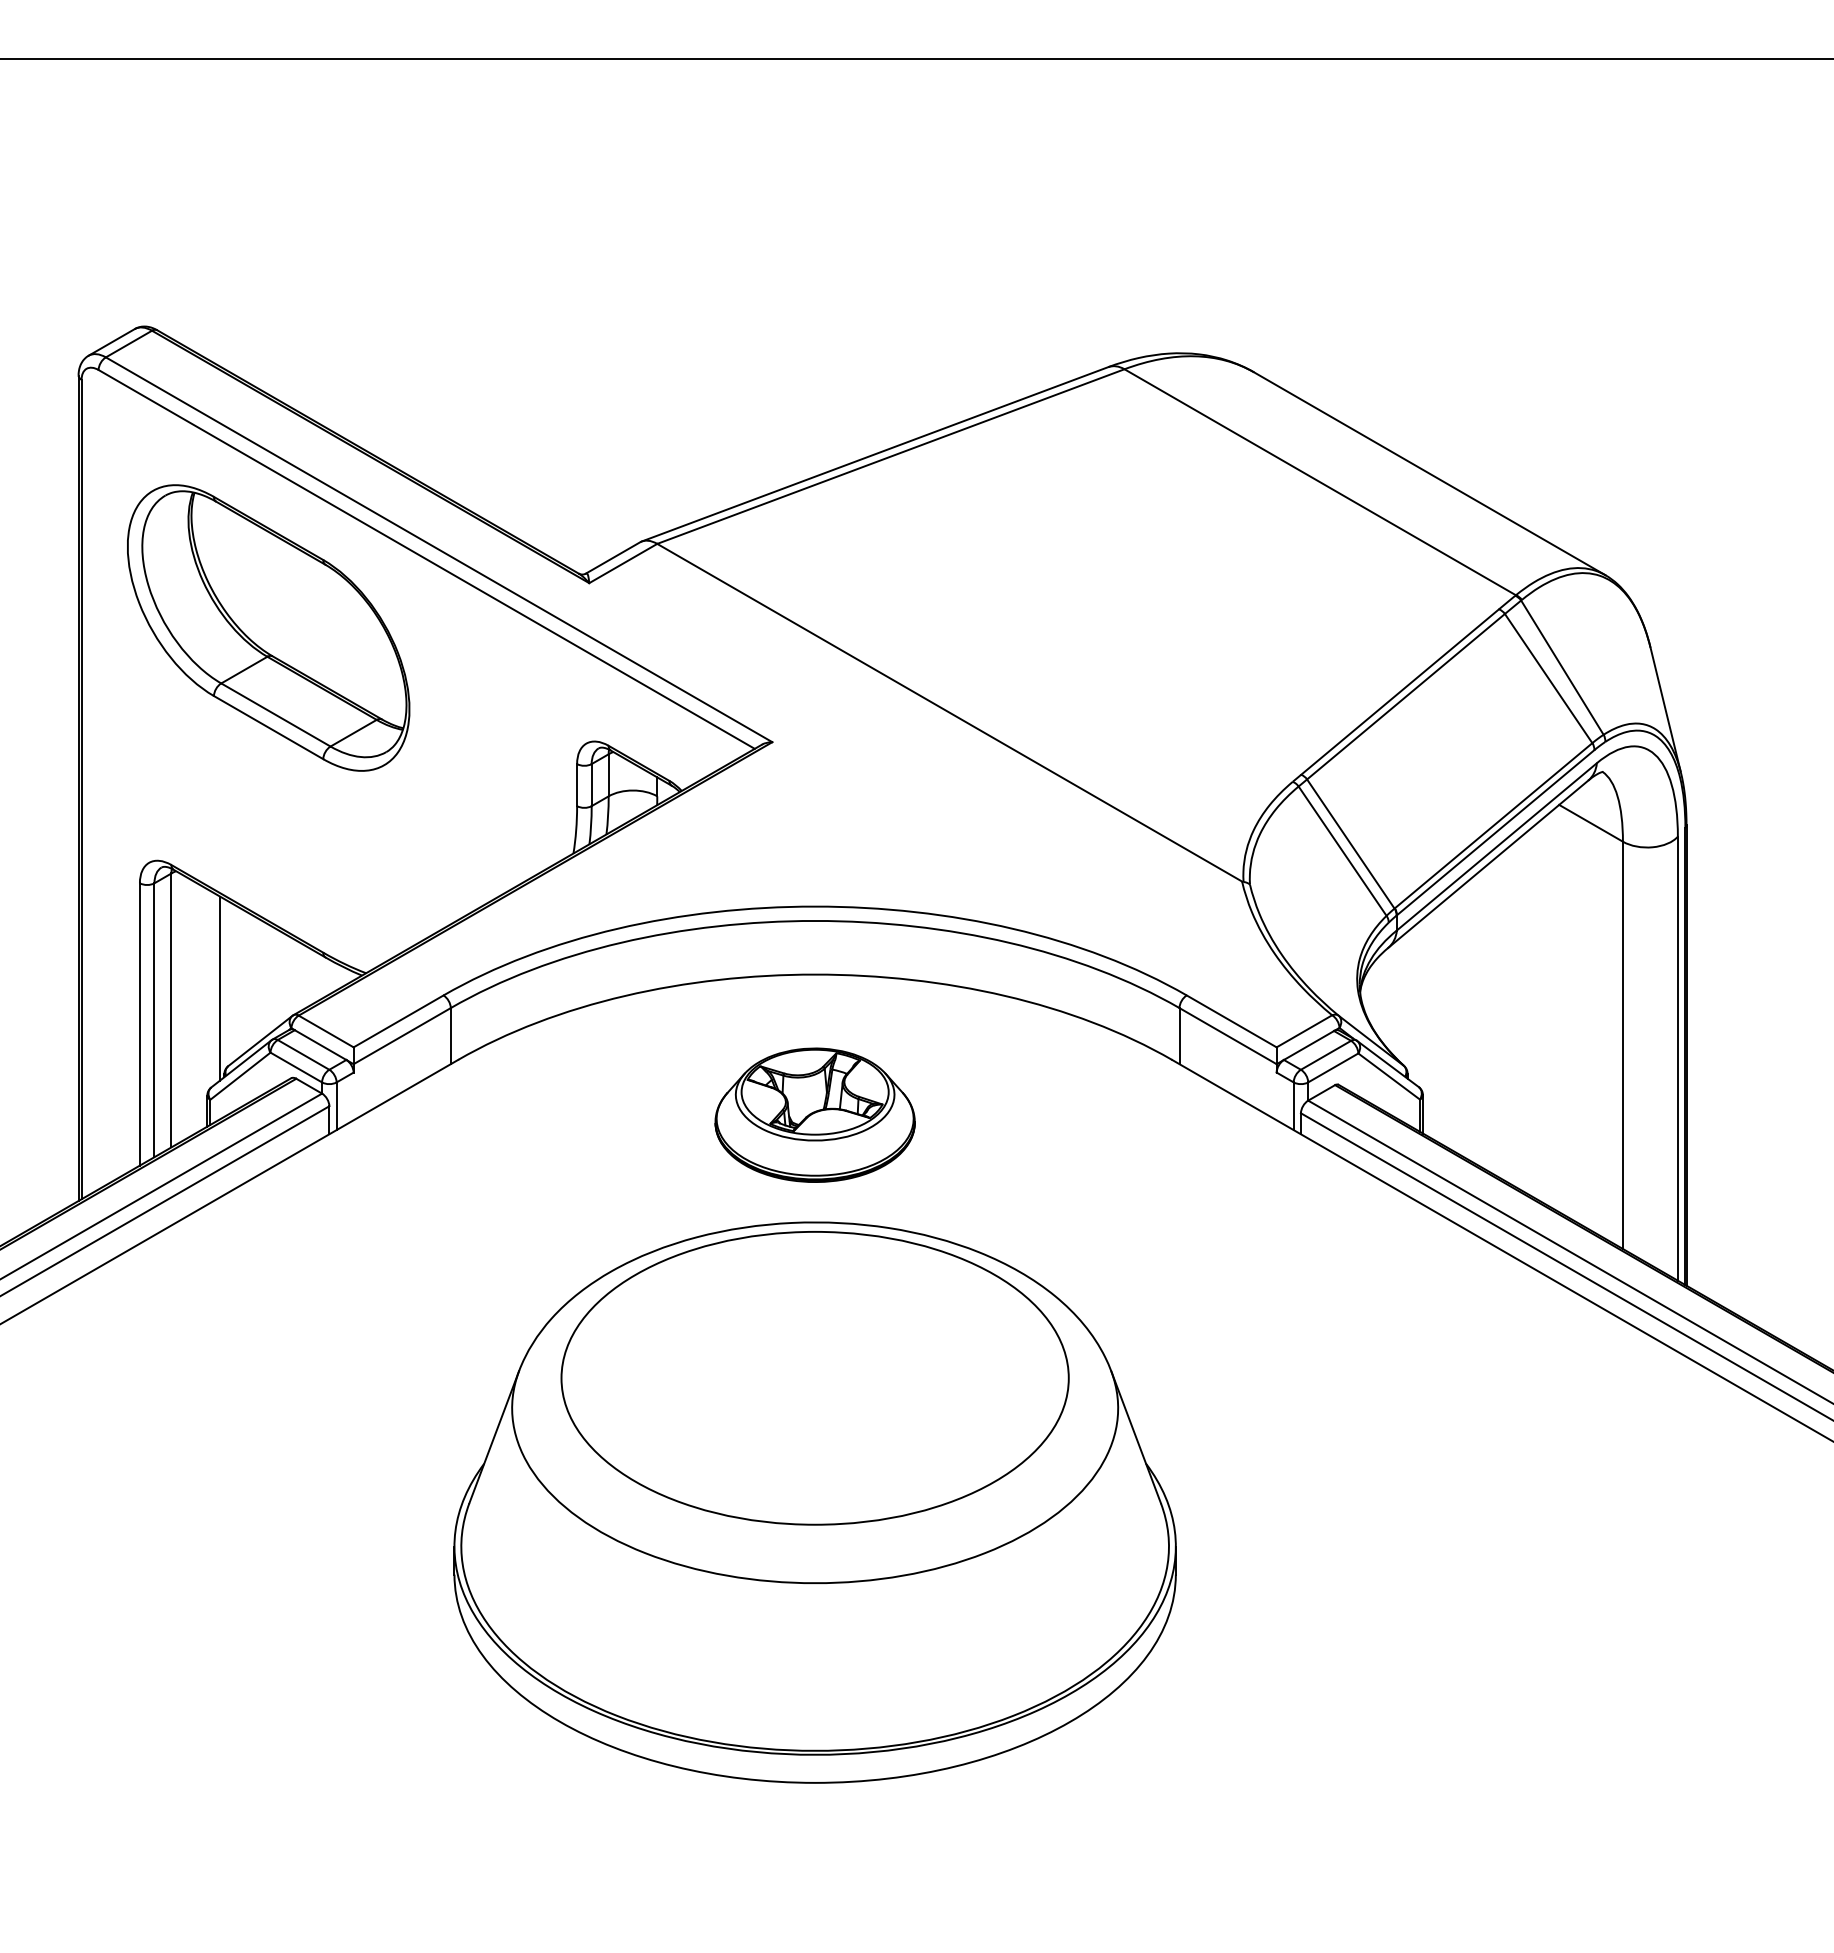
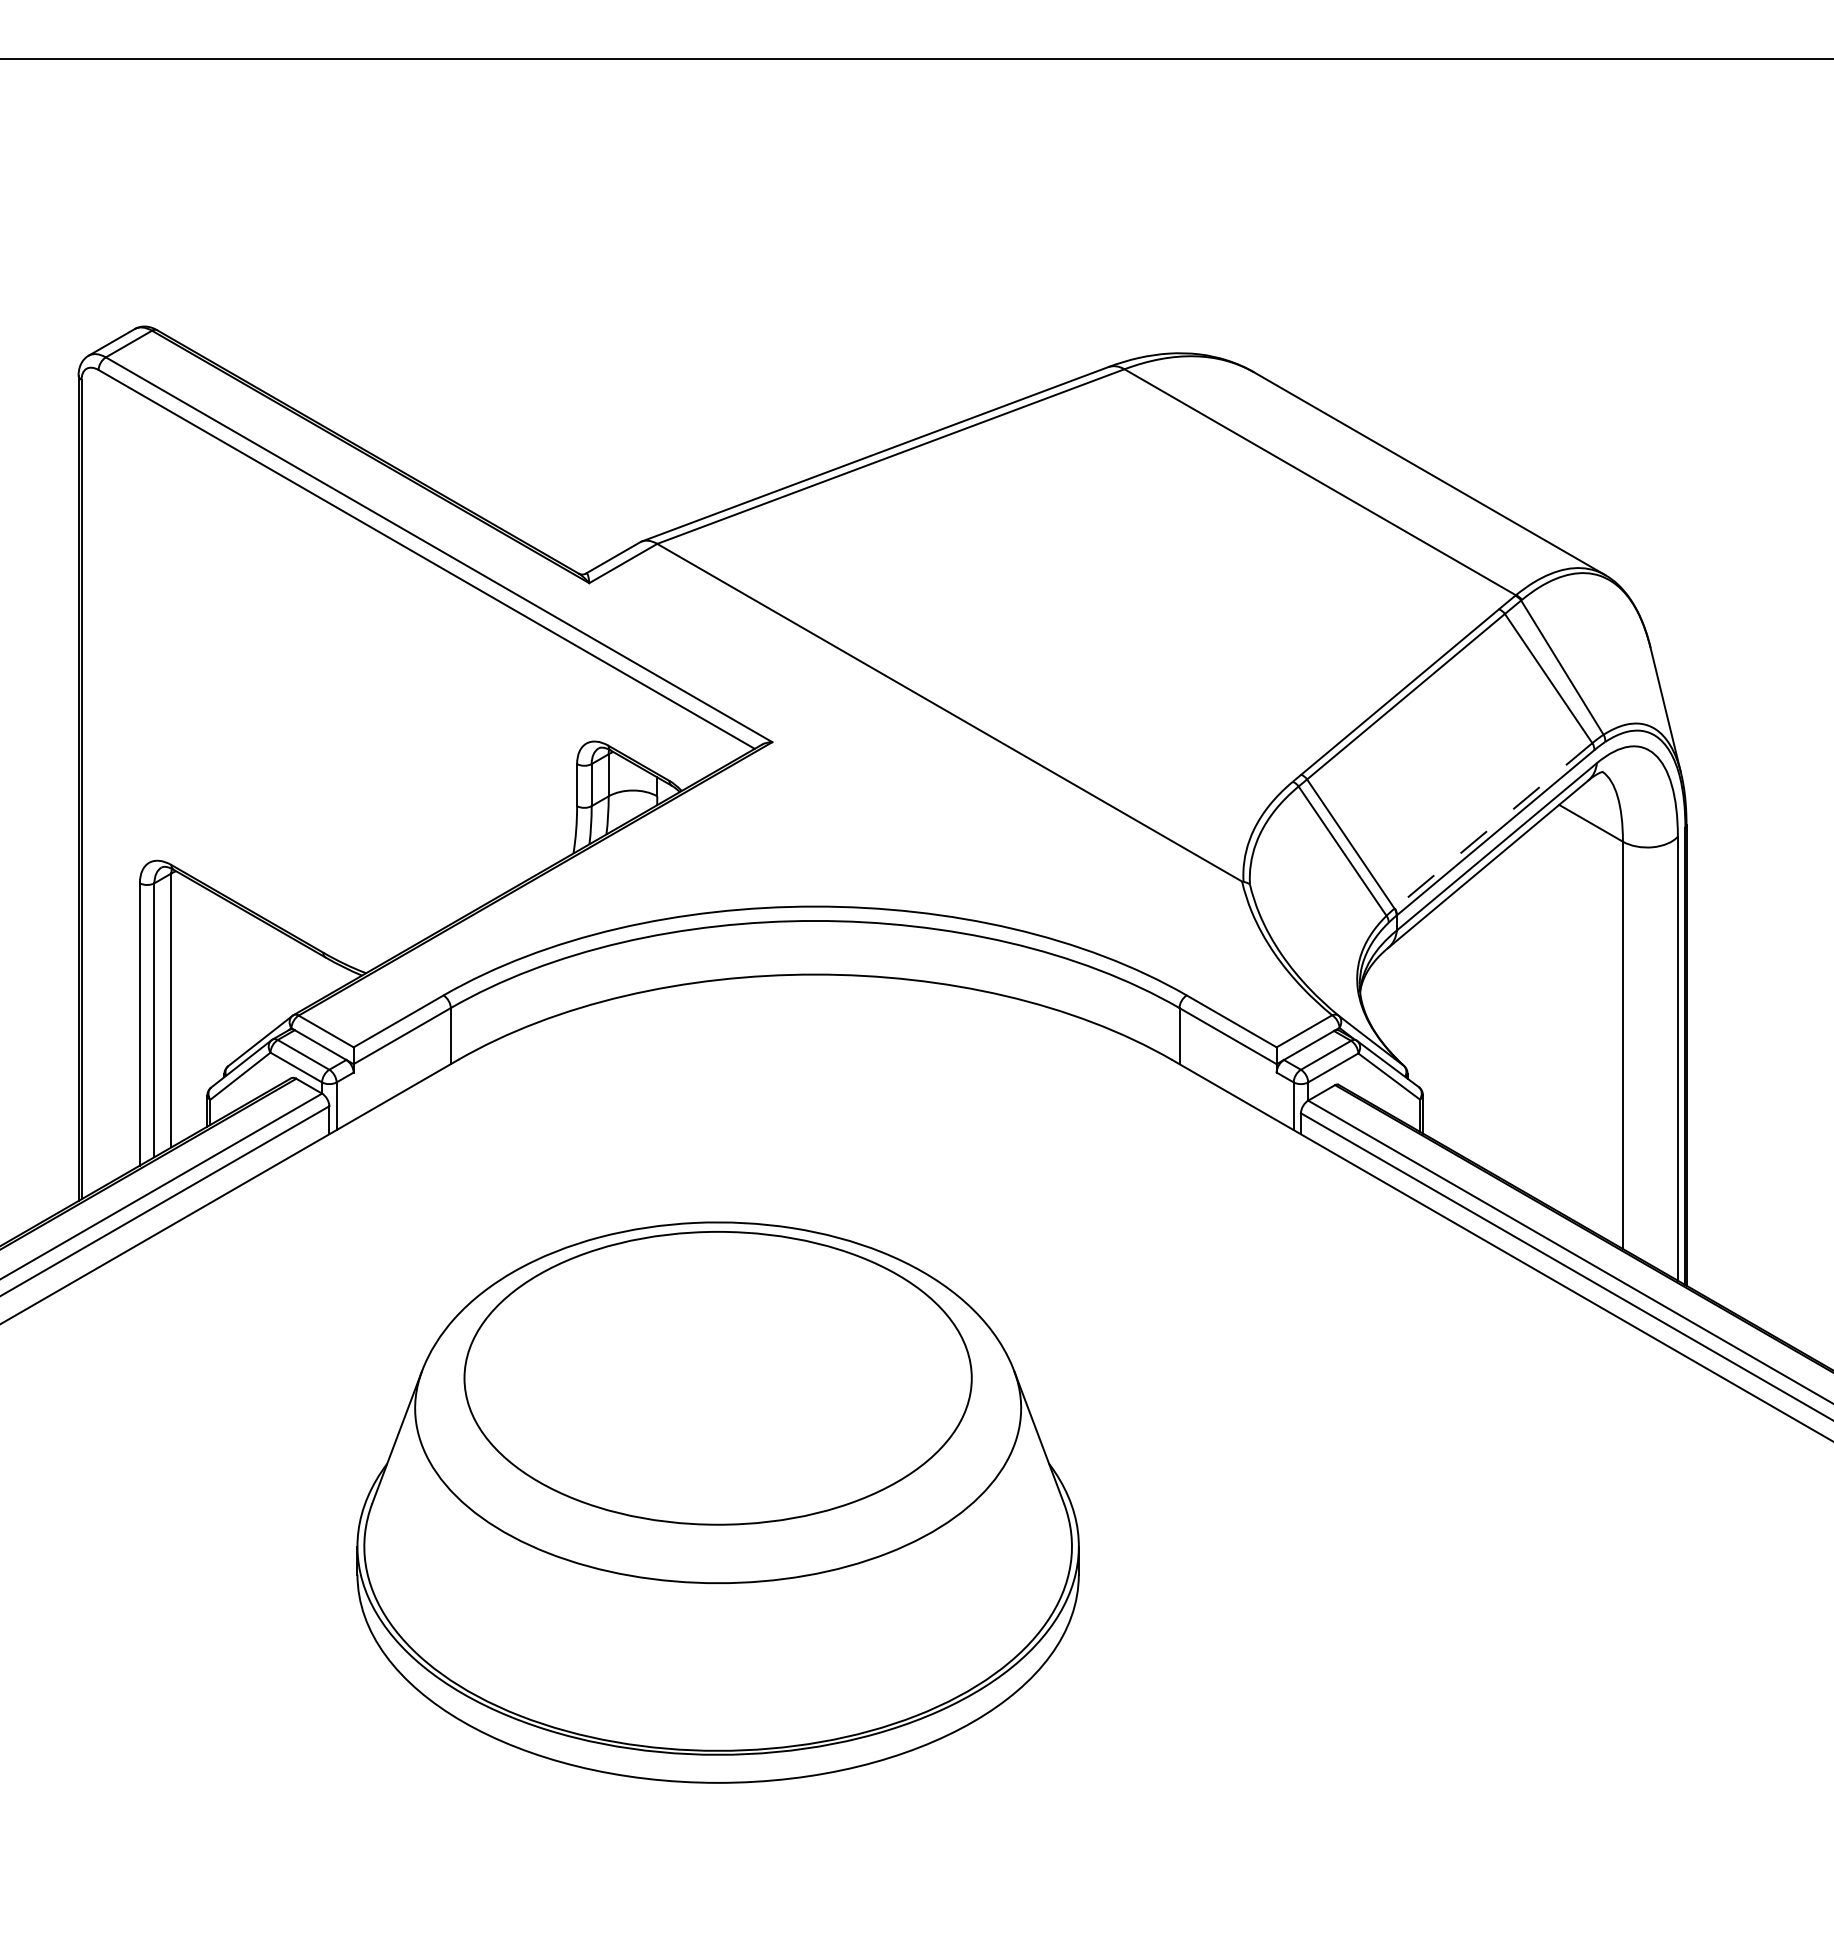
part at (268, 627): present -> none
line at (1493, 825): solid -> dashed
line at (220, 988): present -> none
part at (814, 1114): present -> none
part at (814, 1502) position: (814, 1502) -> (717, 1502)
